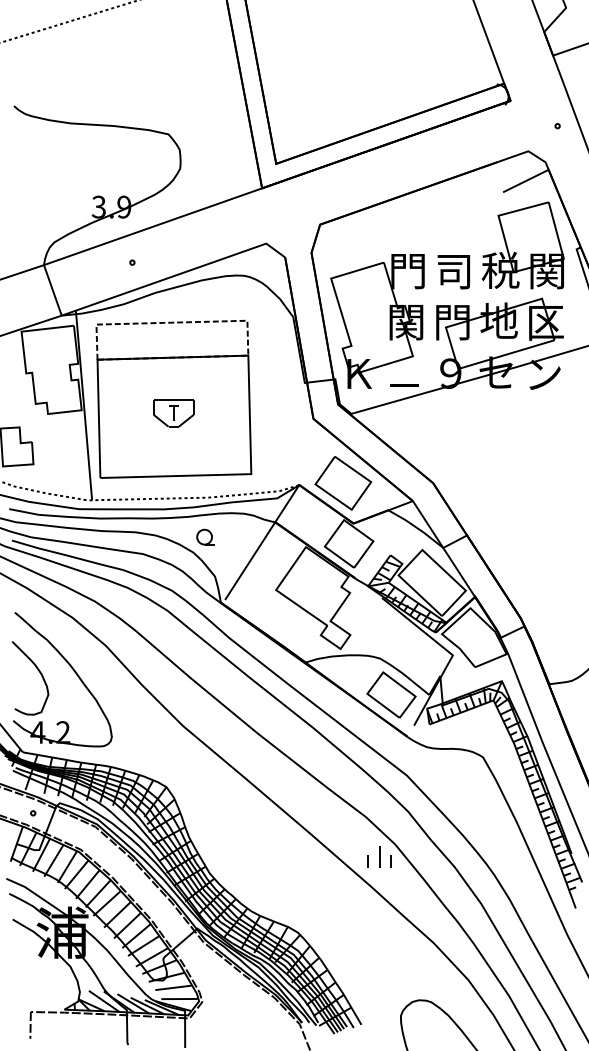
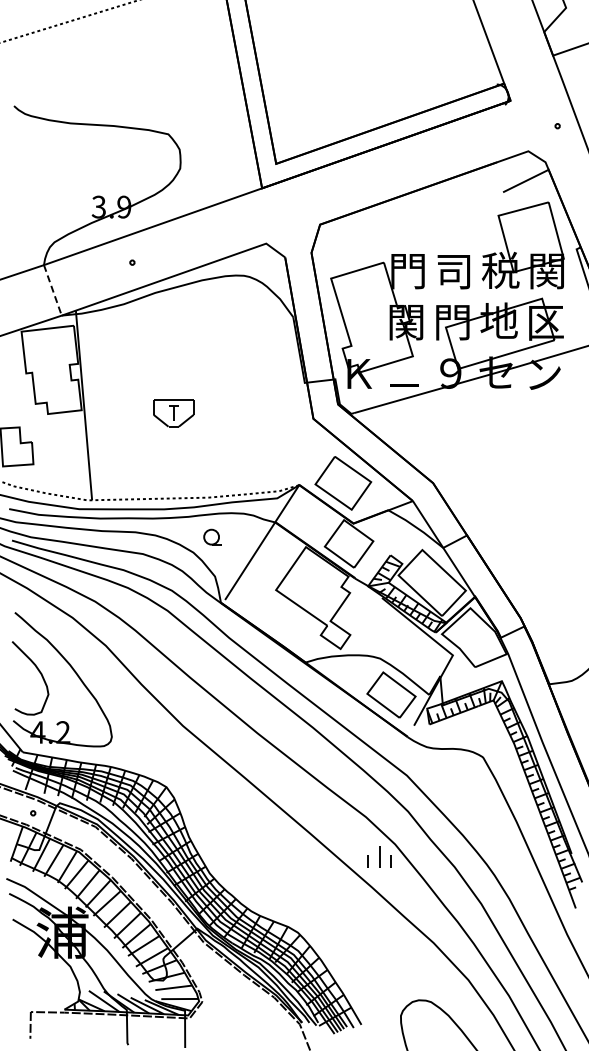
line at (52, 290): solid -> dashed
part at (173, 398): present -> none
part at (205, 536) position: (205, 536) -> (212, 536)
